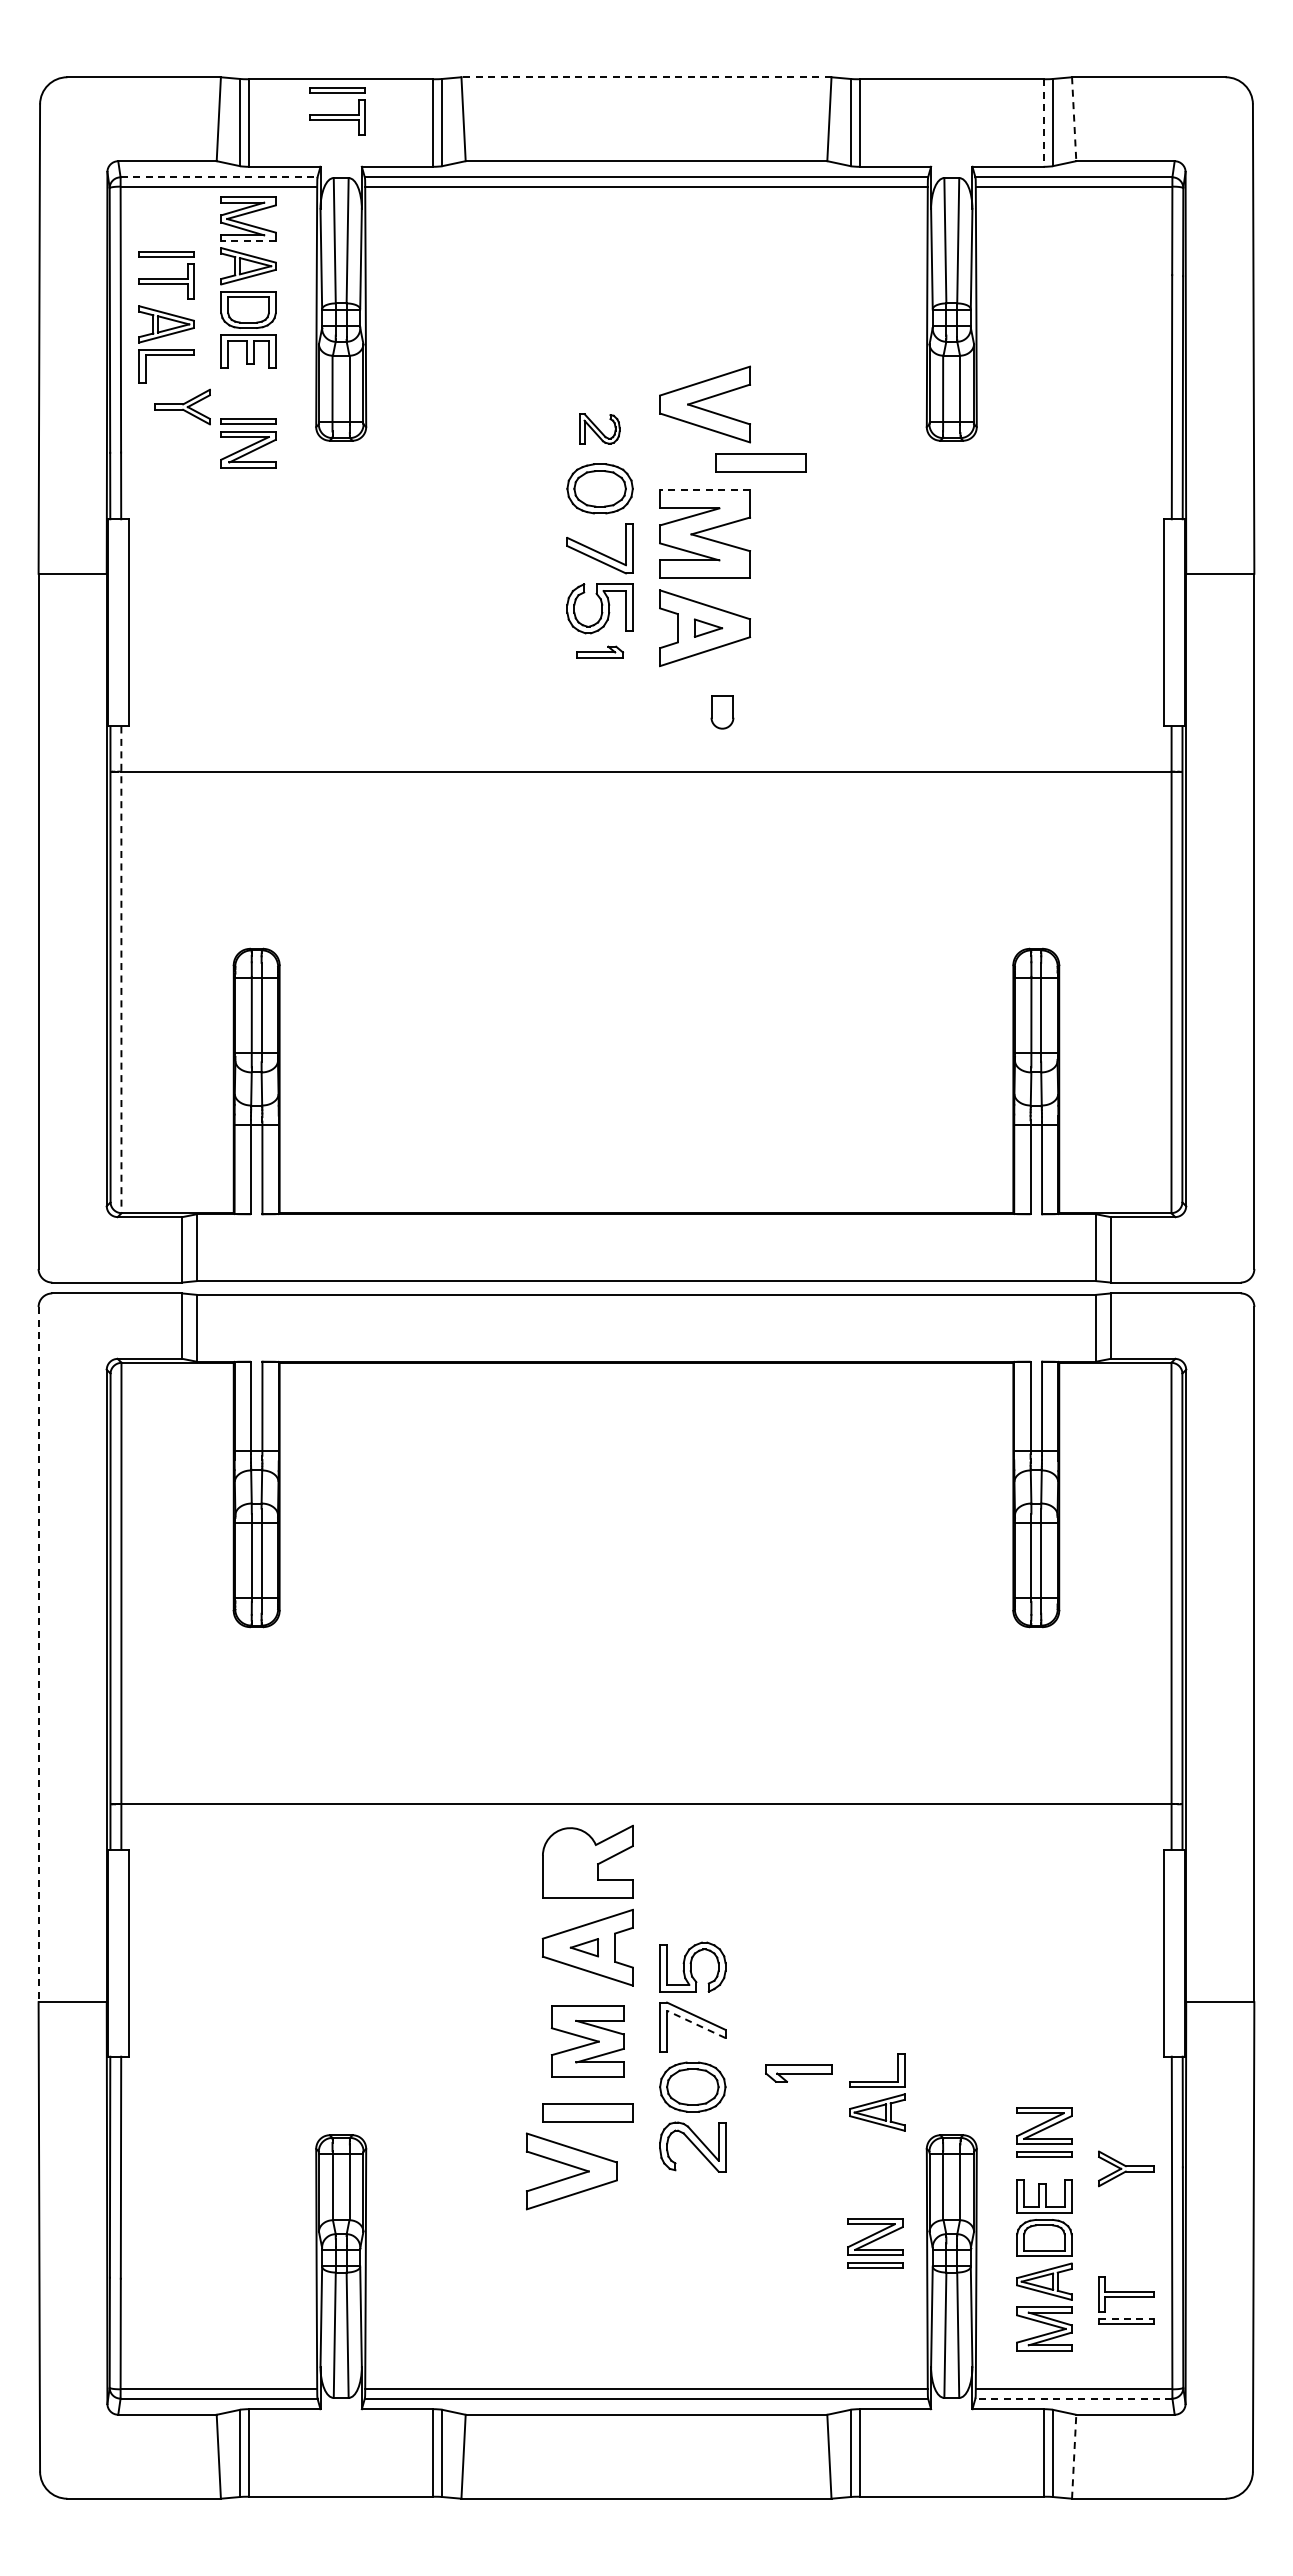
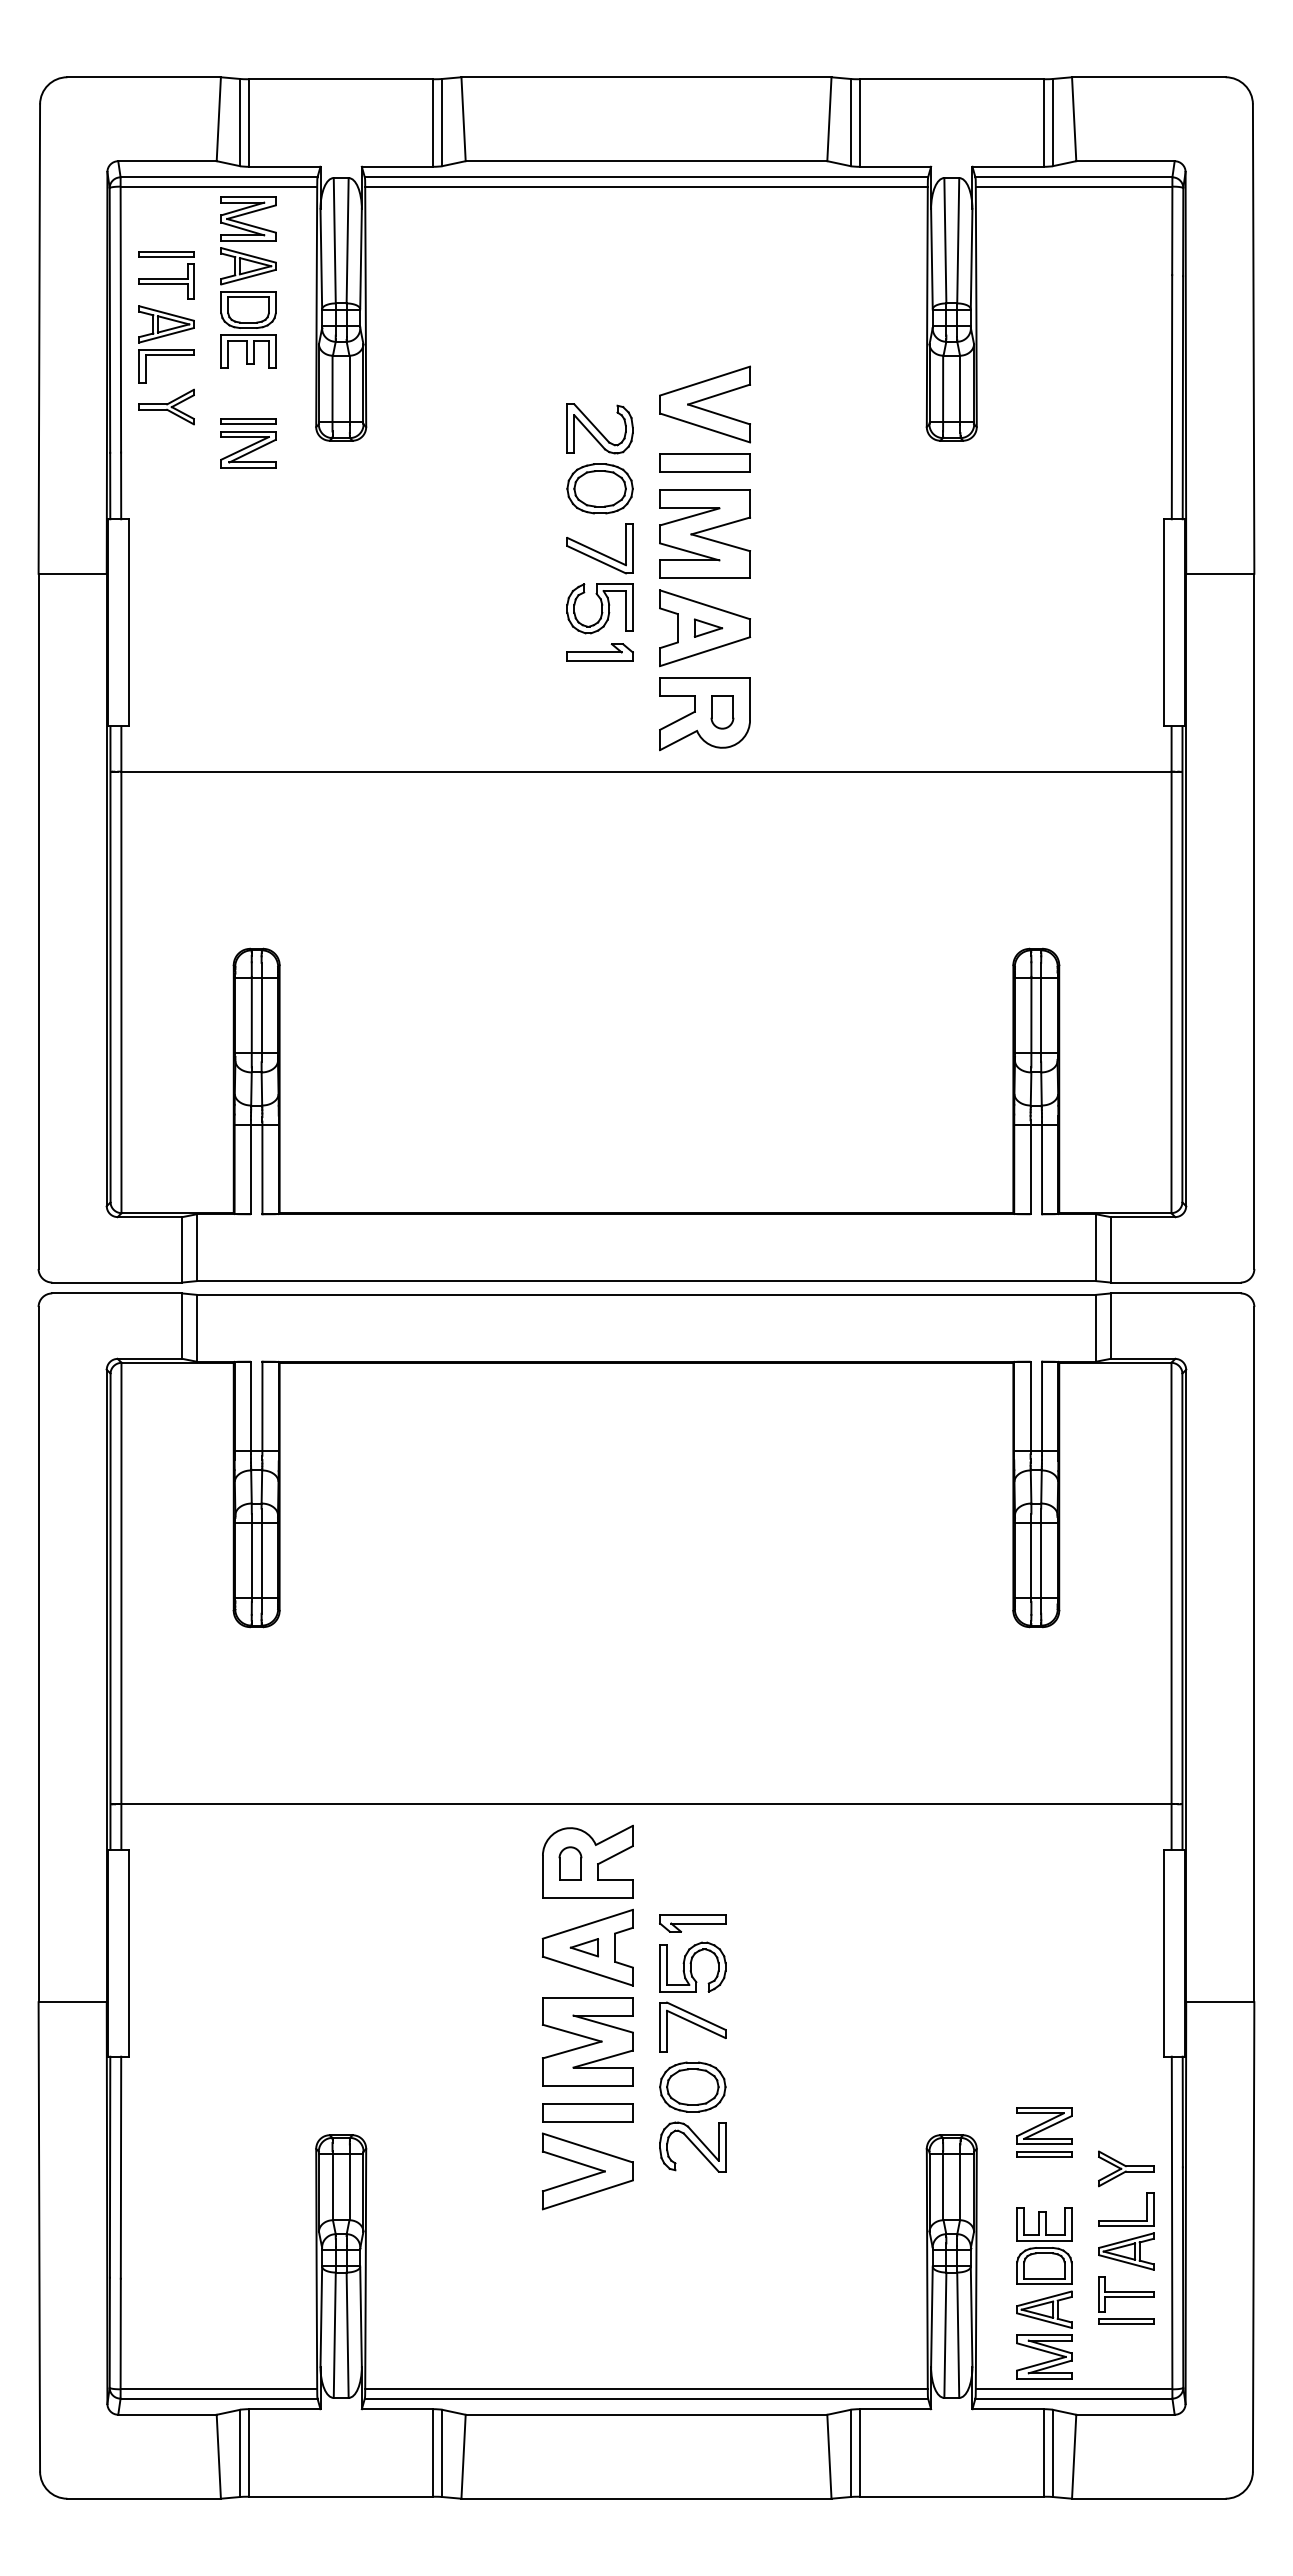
line at (645, 77): dashed -> solid
part at (337, 111): present -> none
line at (1074, 119): dashed -> solid
line at (1043, 123): dashed -> solid
line at (219, 177): dashed -> solid
line at (248, 240): dashed -> solid
part at (182, 406) position: (182, 406) -> (166, 406)
part at (599, 428) size: 42x32 px -> 68x52 px
part at (760, 462) position: (760, 462) -> (704, 462)
line at (705, 490): dashed -> solid
part at (600, 651) size: 49x14 px -> 68x19 px
part at (704, 714): none -> present
line at (121, 970): dashed -> solid
line at (38, 1654): dashed -> solid
part at (570, 1863): none -> present
line at (695, 2024): dashed -> solid
part at (587, 2041) size: 75x73 px -> 92x90 px
part at (798, 2073) position: (798, 2073) -> (692, 1923)
part at (877, 2092) position: (877, 2092) -> (1126, 2231)
part at (571, 2171) position: (571, 2171) -> (587, 2171)
part at (875, 2243): present -> none
part at (1044, 2265) position: (1044, 2265) -> (1044, 2293)
line at (1126, 2318): dashed -> solid
line at (1073, 2398): dashed -> solid
line at (1074, 2456): dashed -> solid
